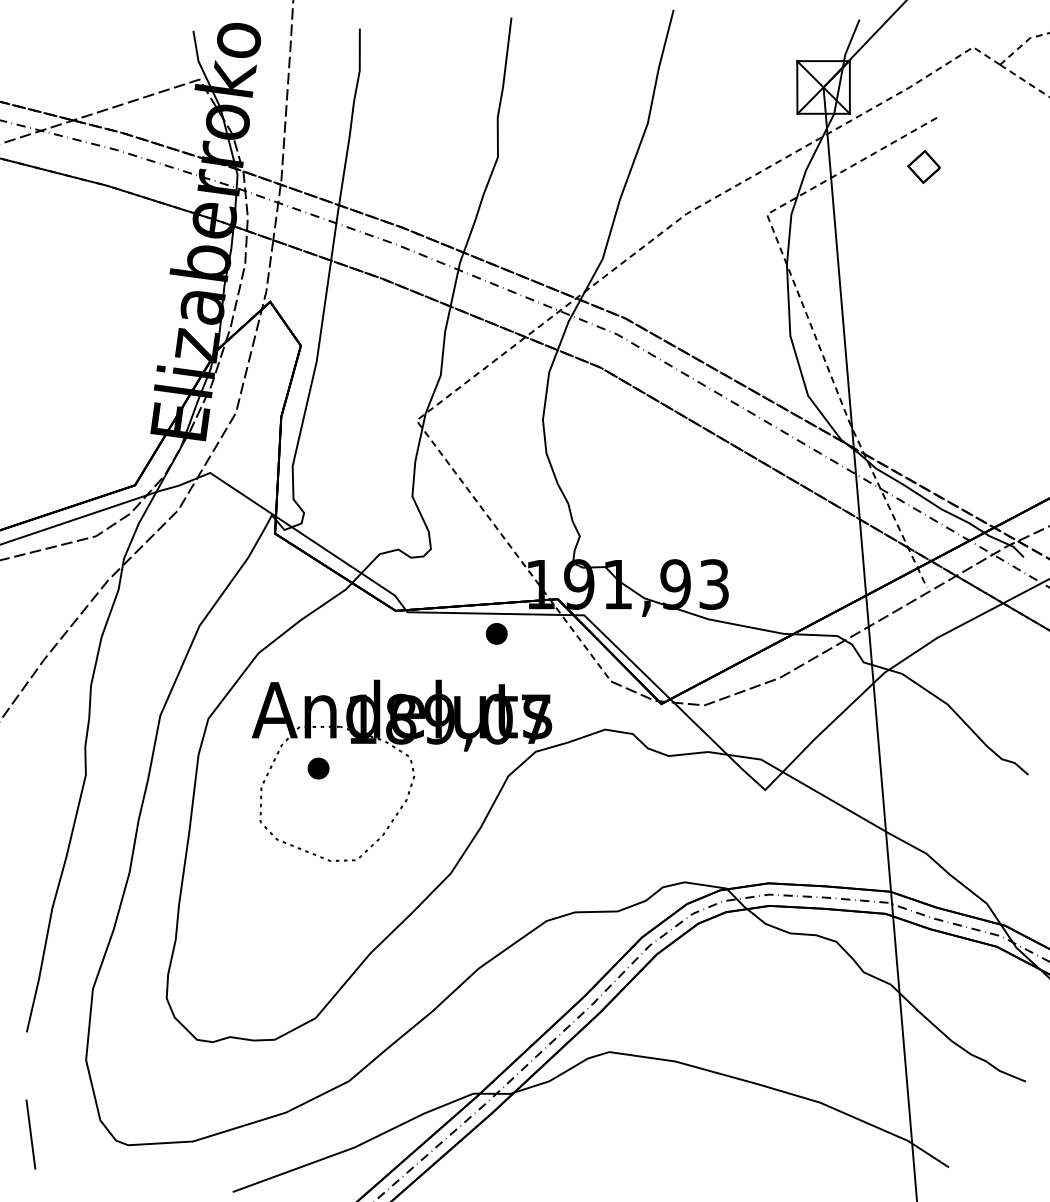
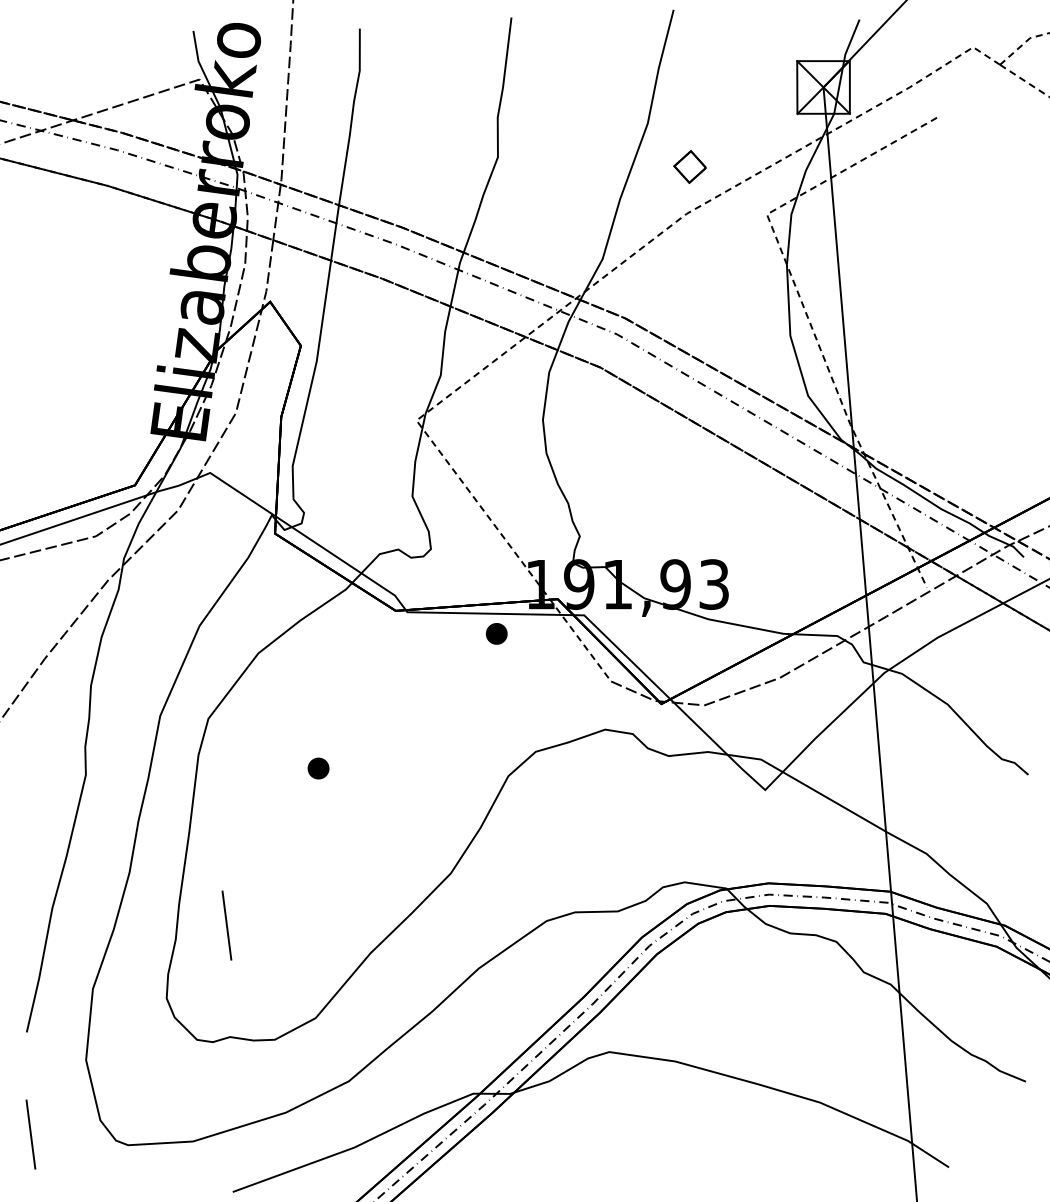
part at (923, 166) position: (923, 166) -> (689, 166)
part at (412, 770): present -> none
line at (226, 925): none -> present
